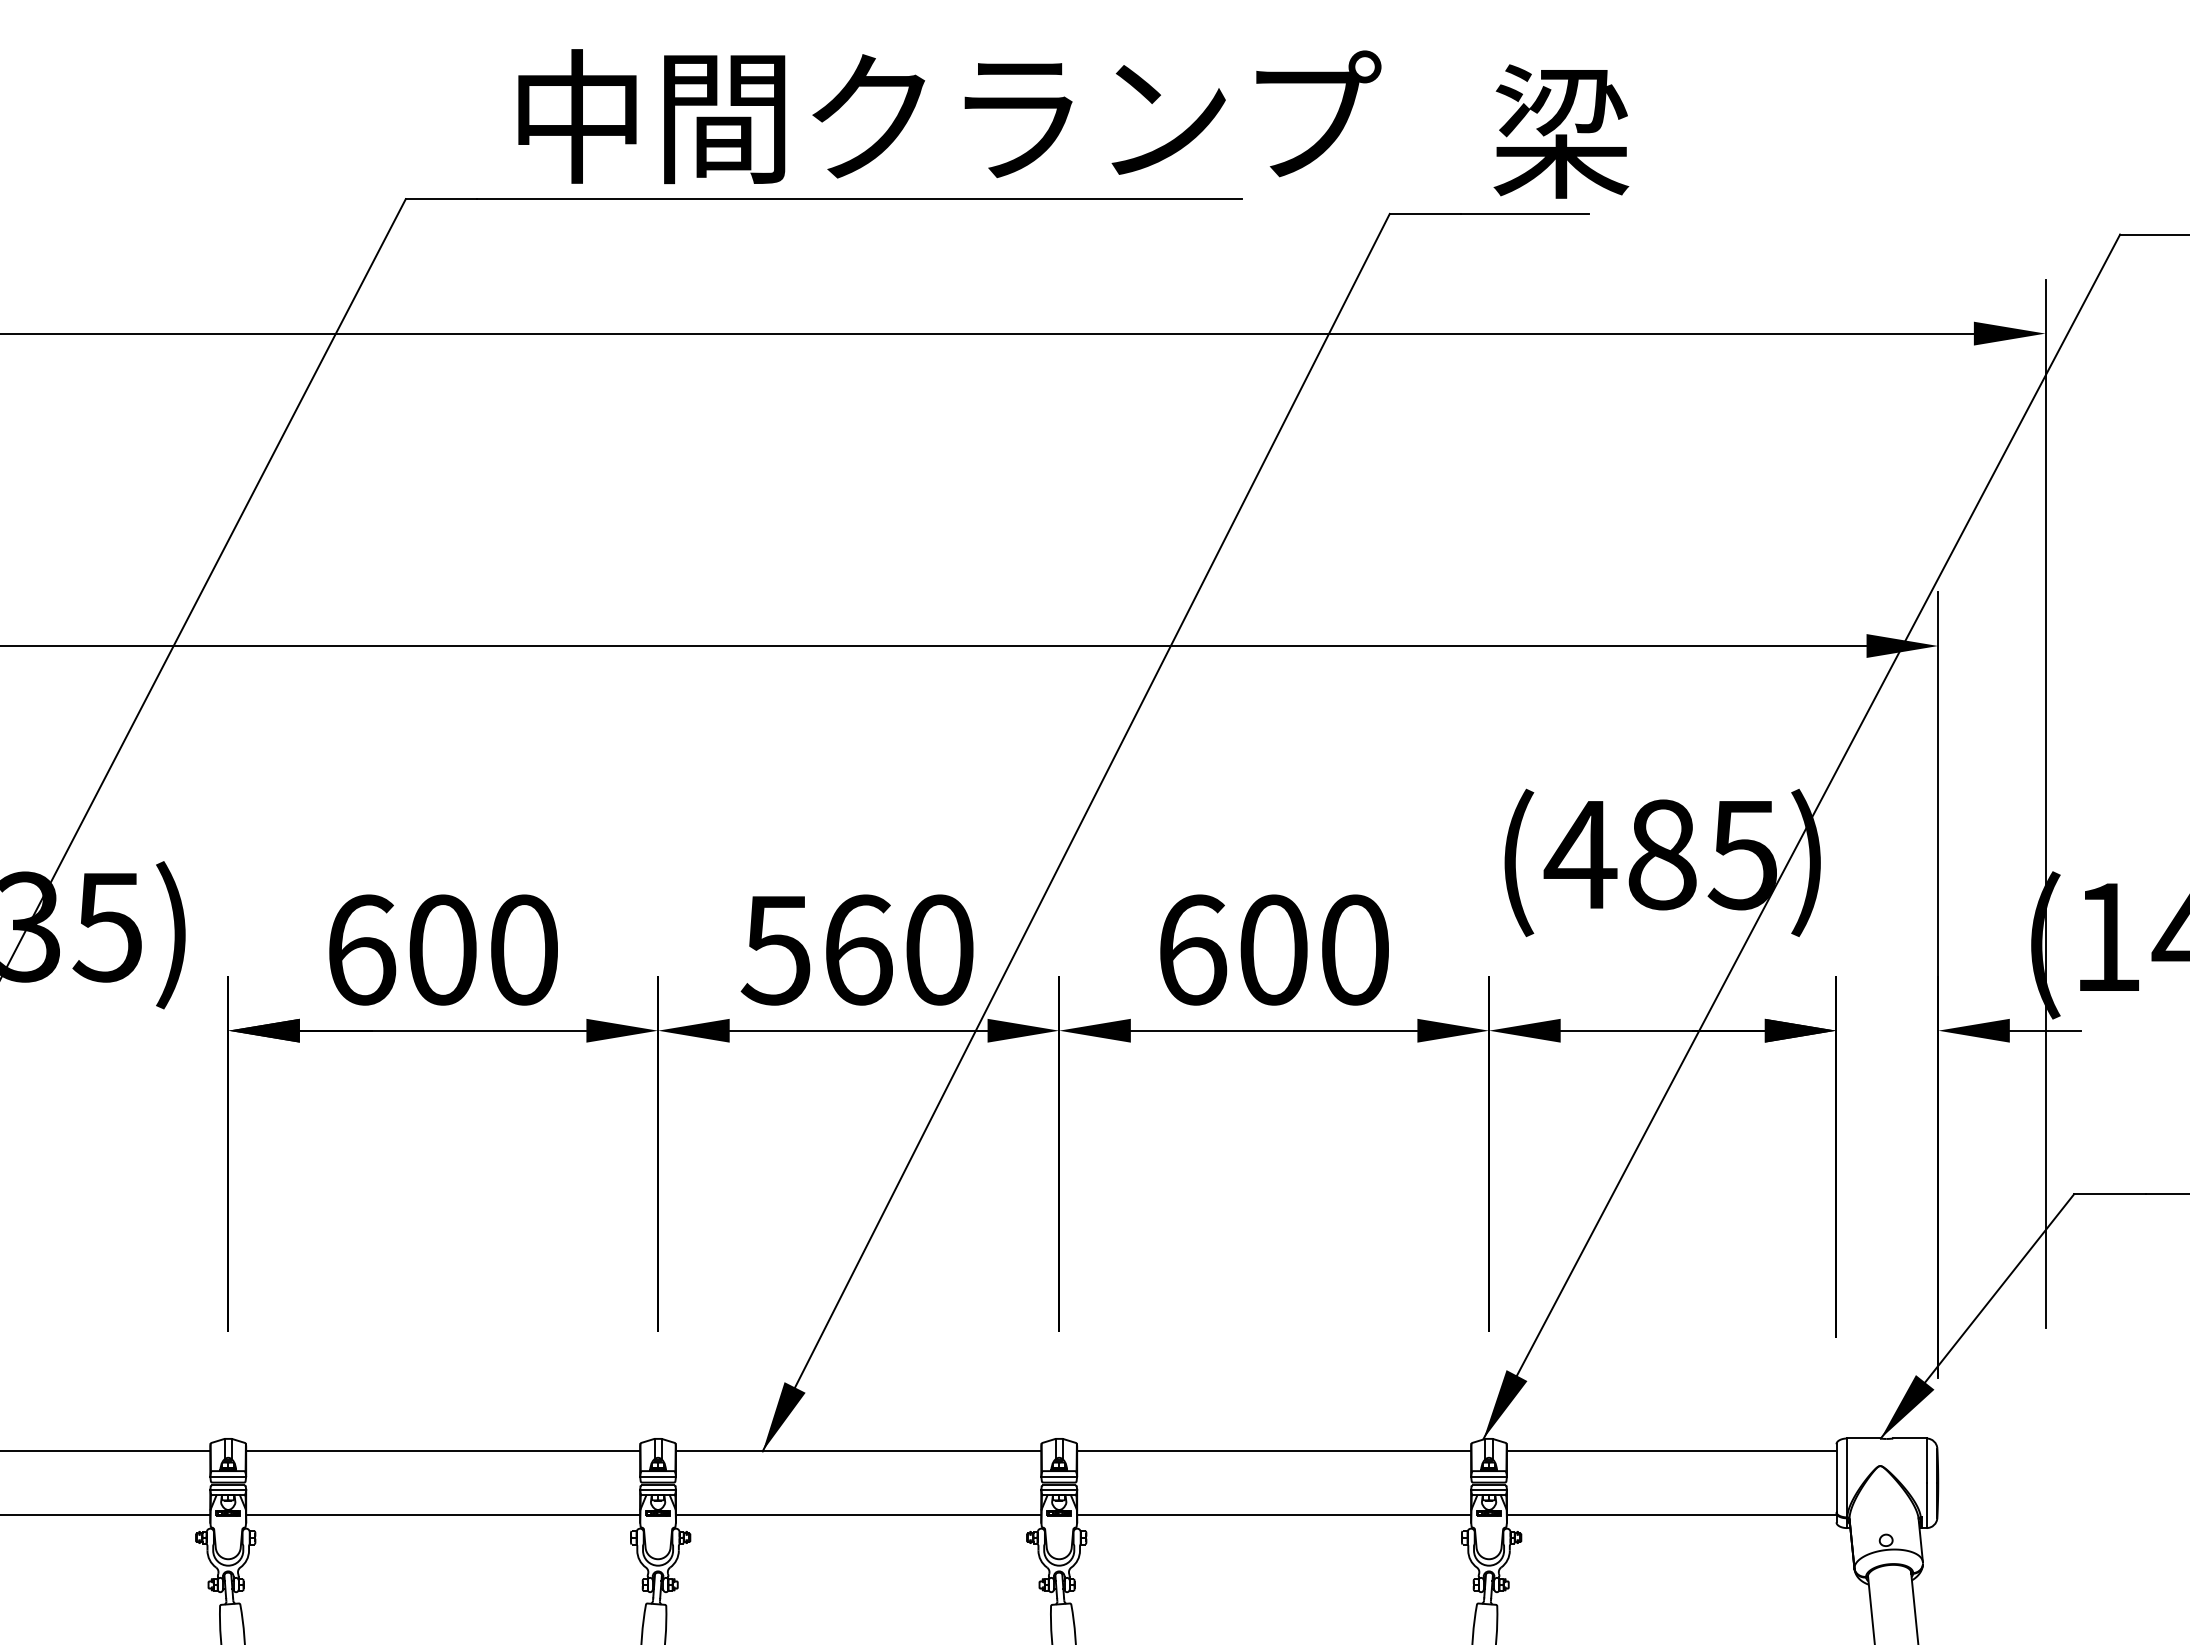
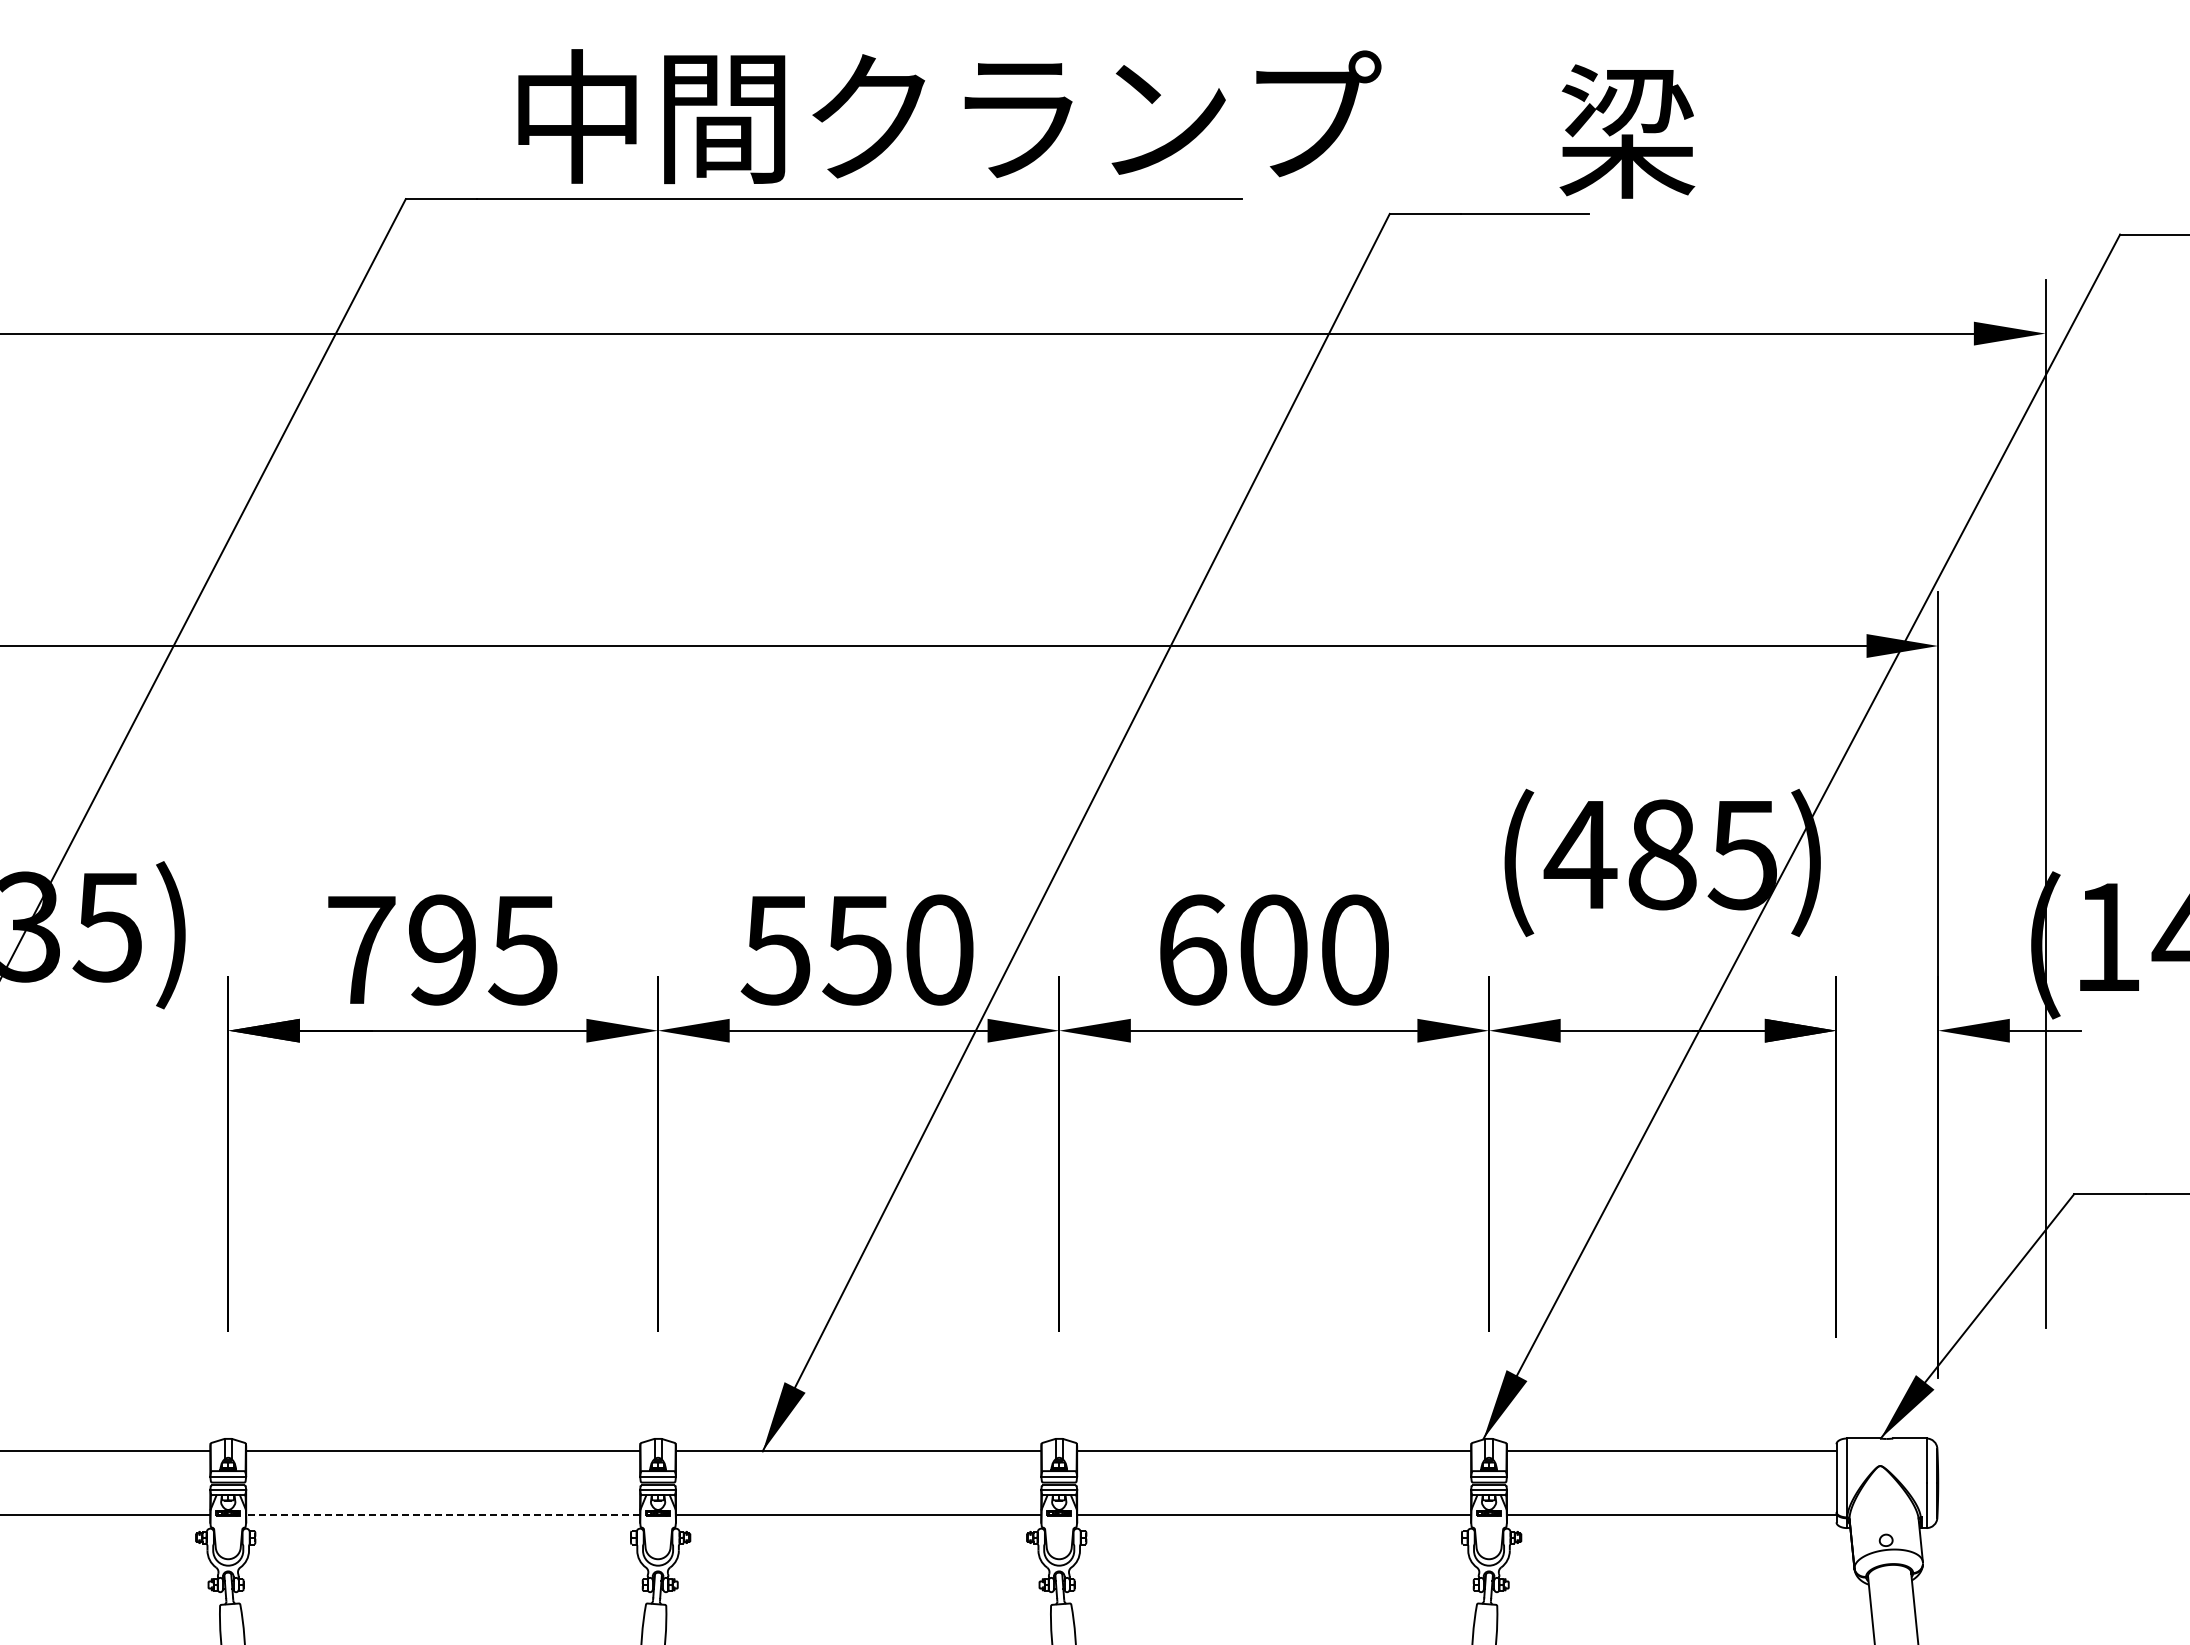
text at (1561, 131) position: (1561, 131) -> (1627, 131)
text at (442, 949): 600 -> 795
text at (857, 949): 560 -> 550
line at (443, 1515): solid -> dashed
